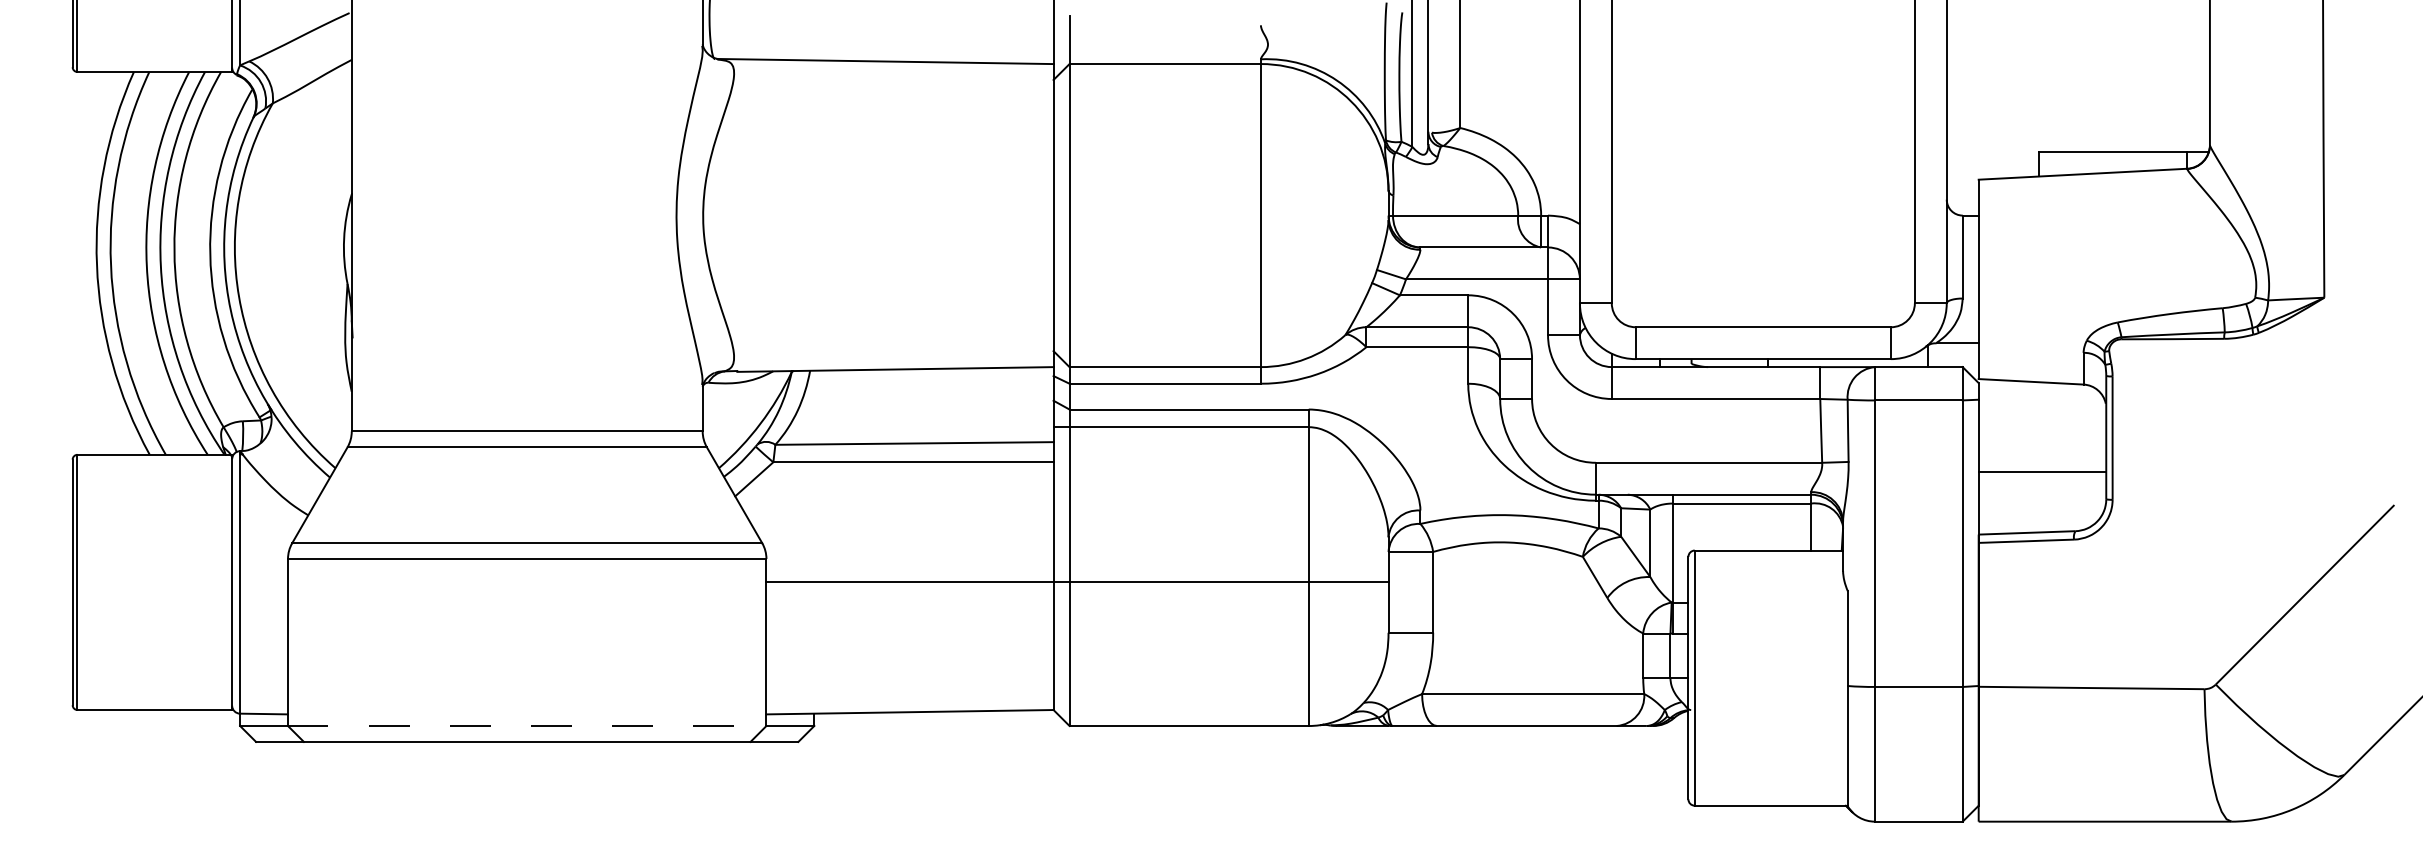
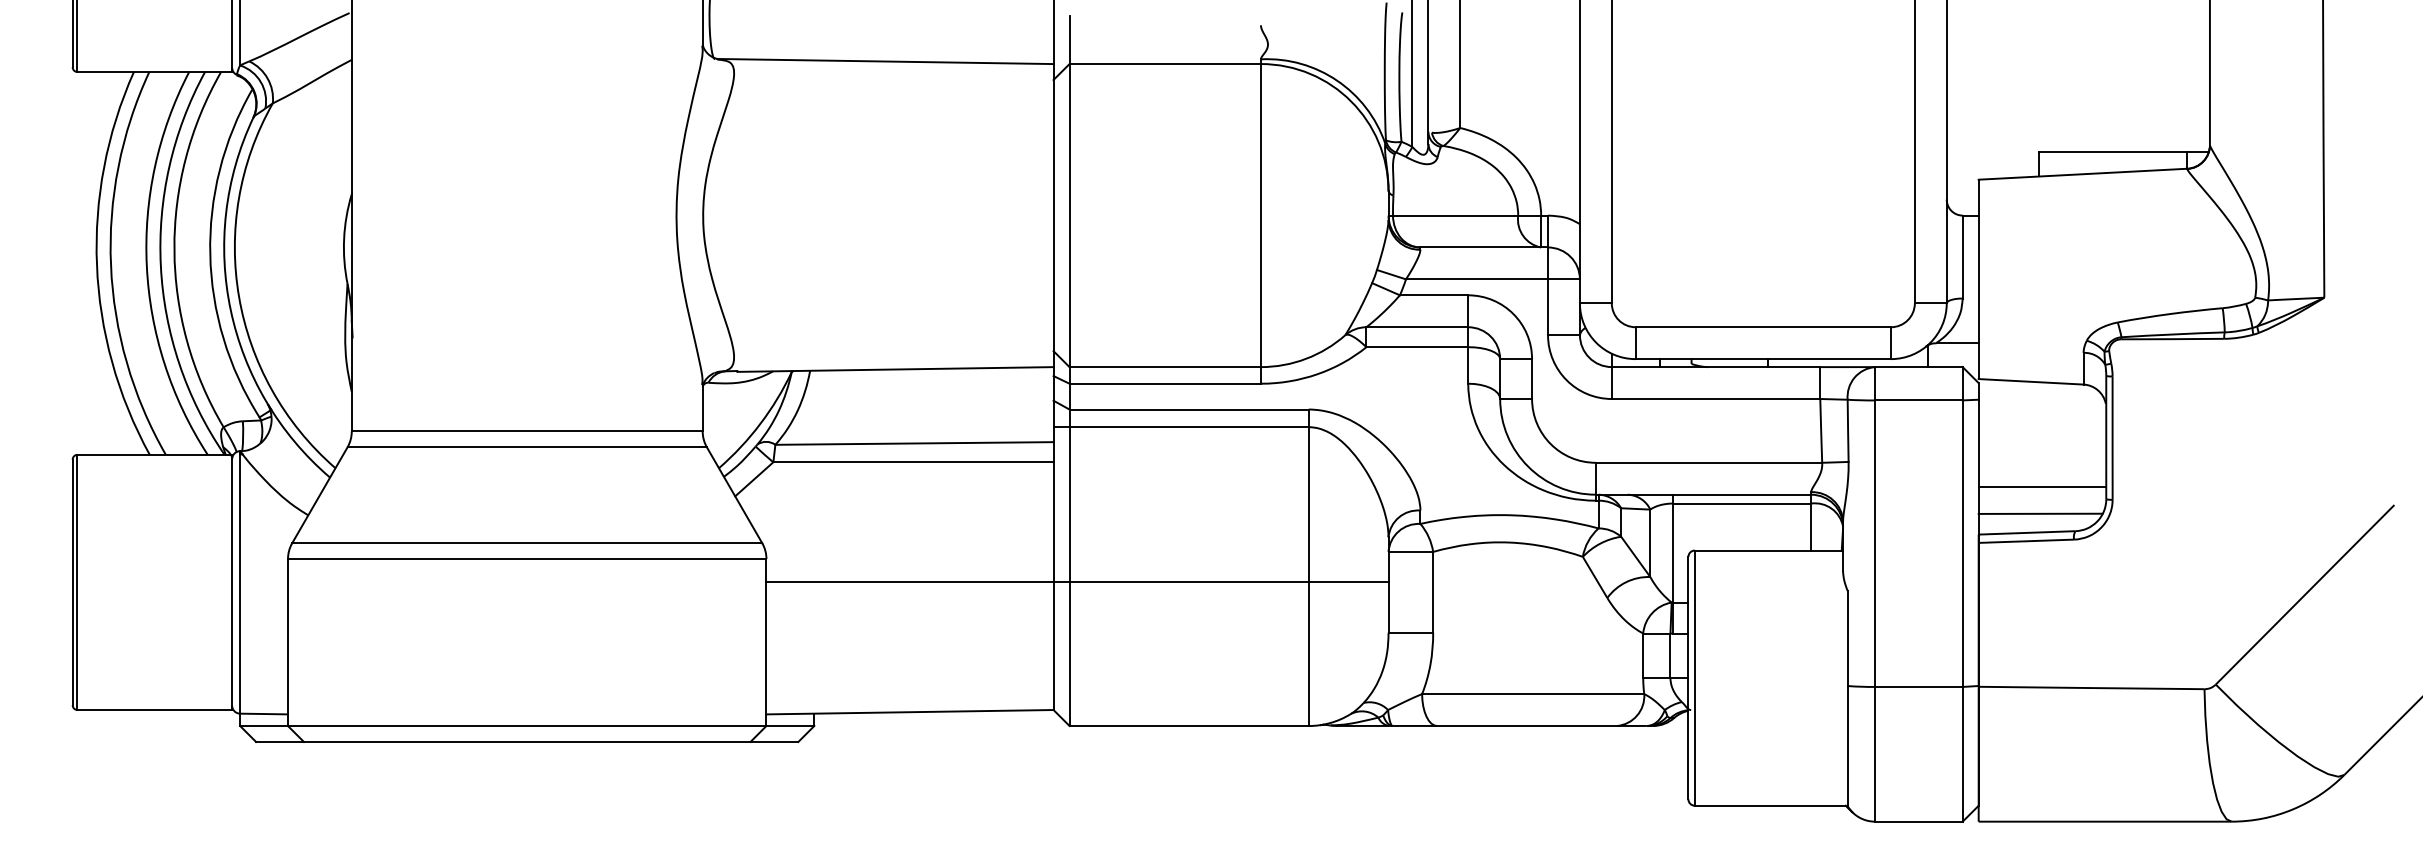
line at (2042, 471) position: (2042, 471) -> (2042, 486)
line at (2040, 513): none -> present
line at (527, 725): dashed -> solid
